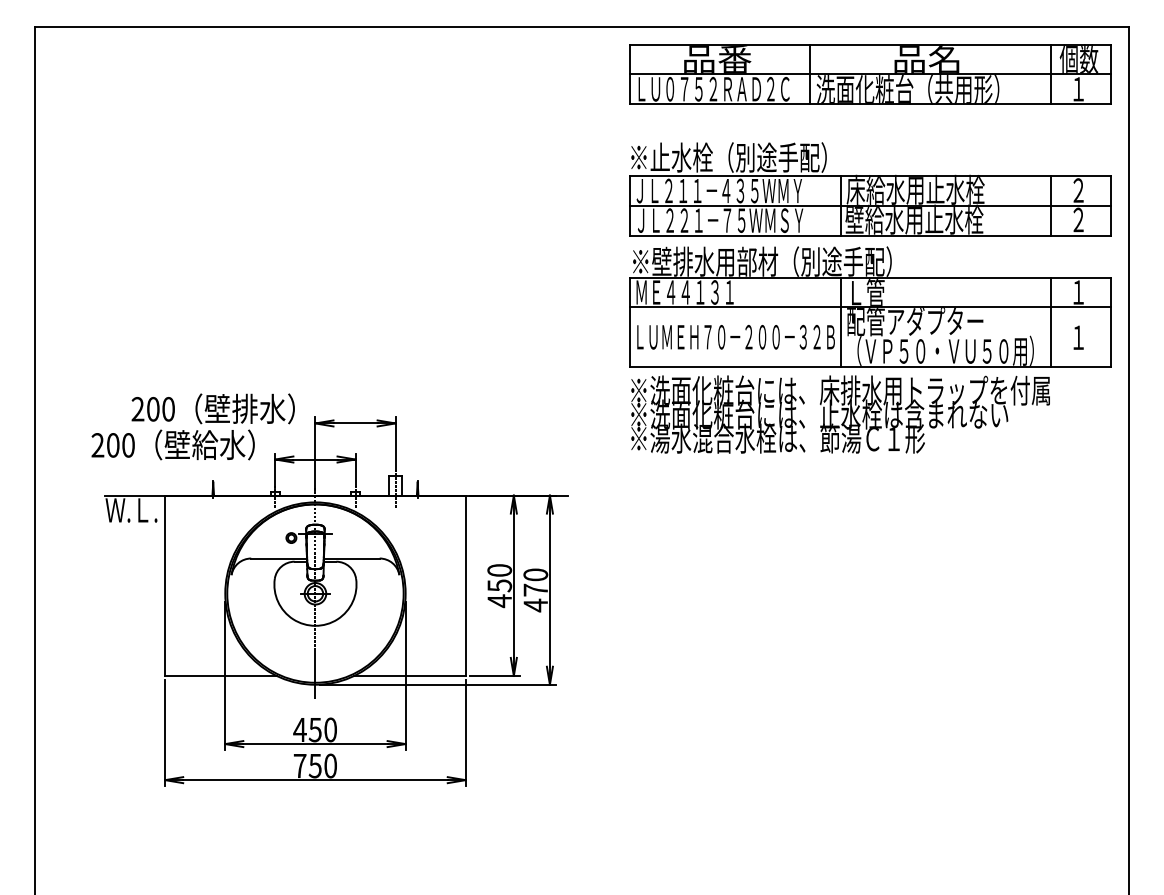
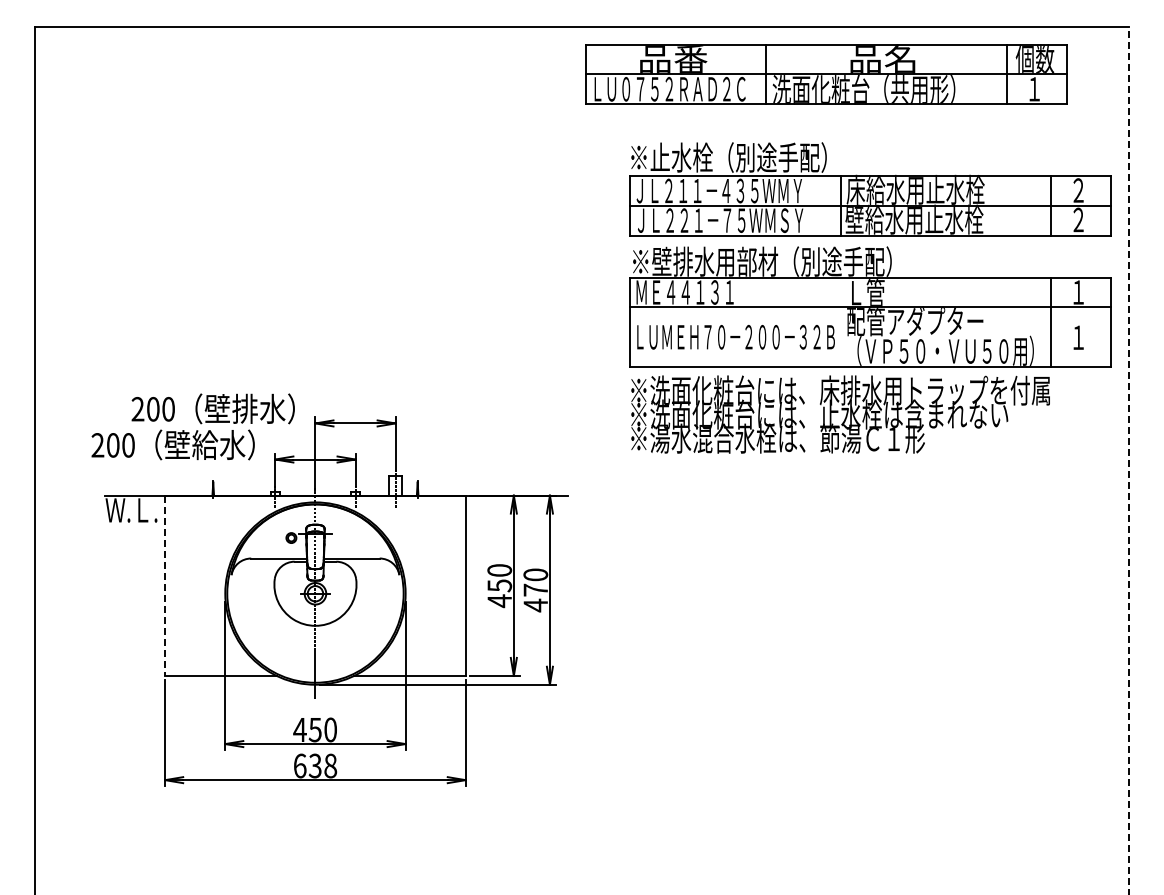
part at (870, 74) position: (870, 74) -> (826, 74)
line at (840, 321): present -> none
line at (1129, 460): solid -> dashed
line at (165, 586): solid -> dashed
text at (315, 765): 750 -> 638
